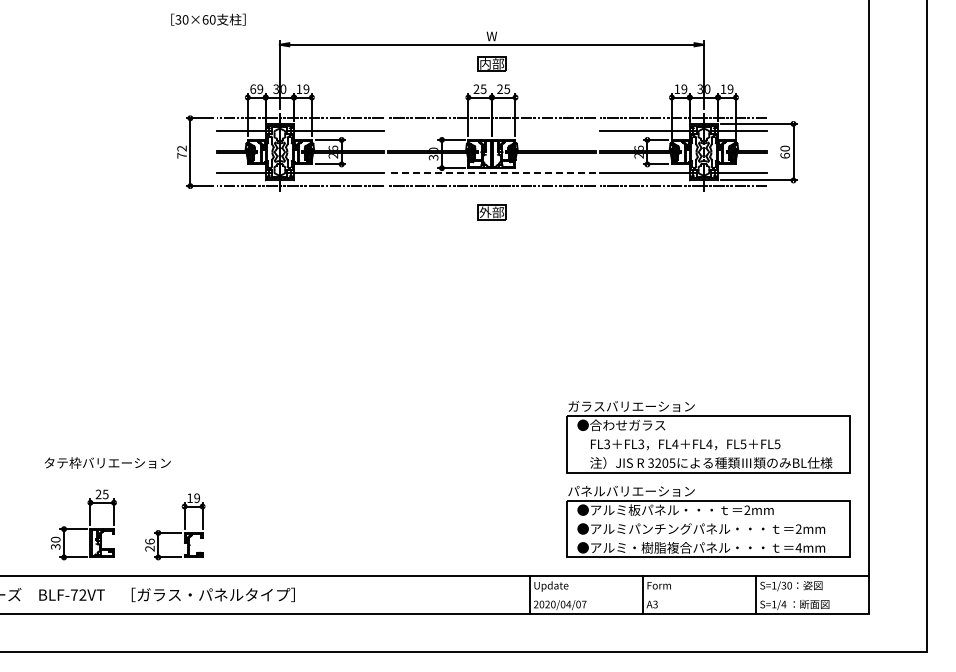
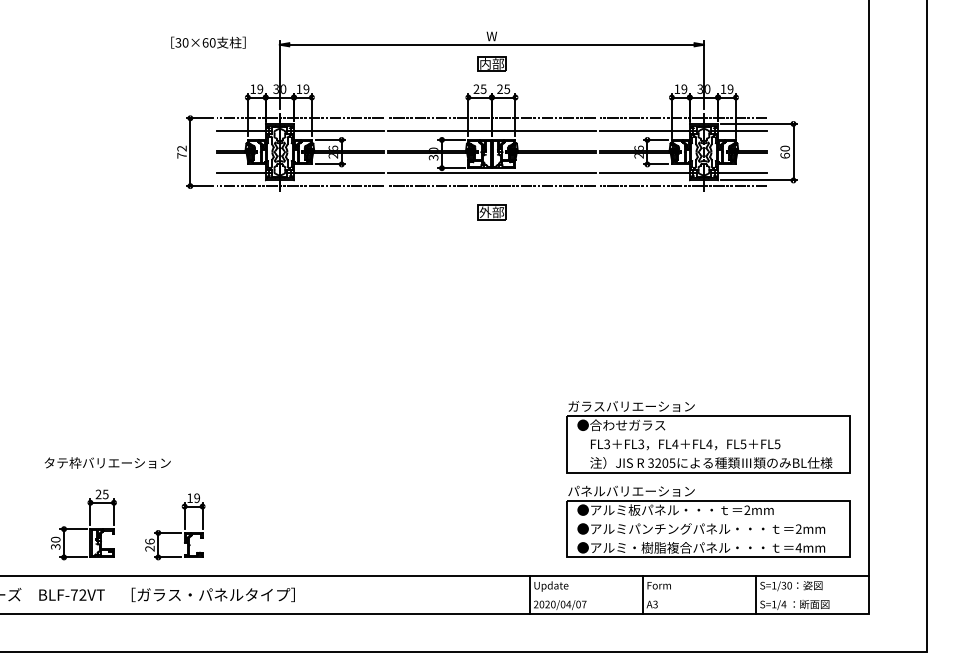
text at (208, 19) position: (208, 19) -> (208, 42)
text at (253, 89): 69 -> 19
line at (491, 130): none -> present
line at (491, 173): dashed -> solid
